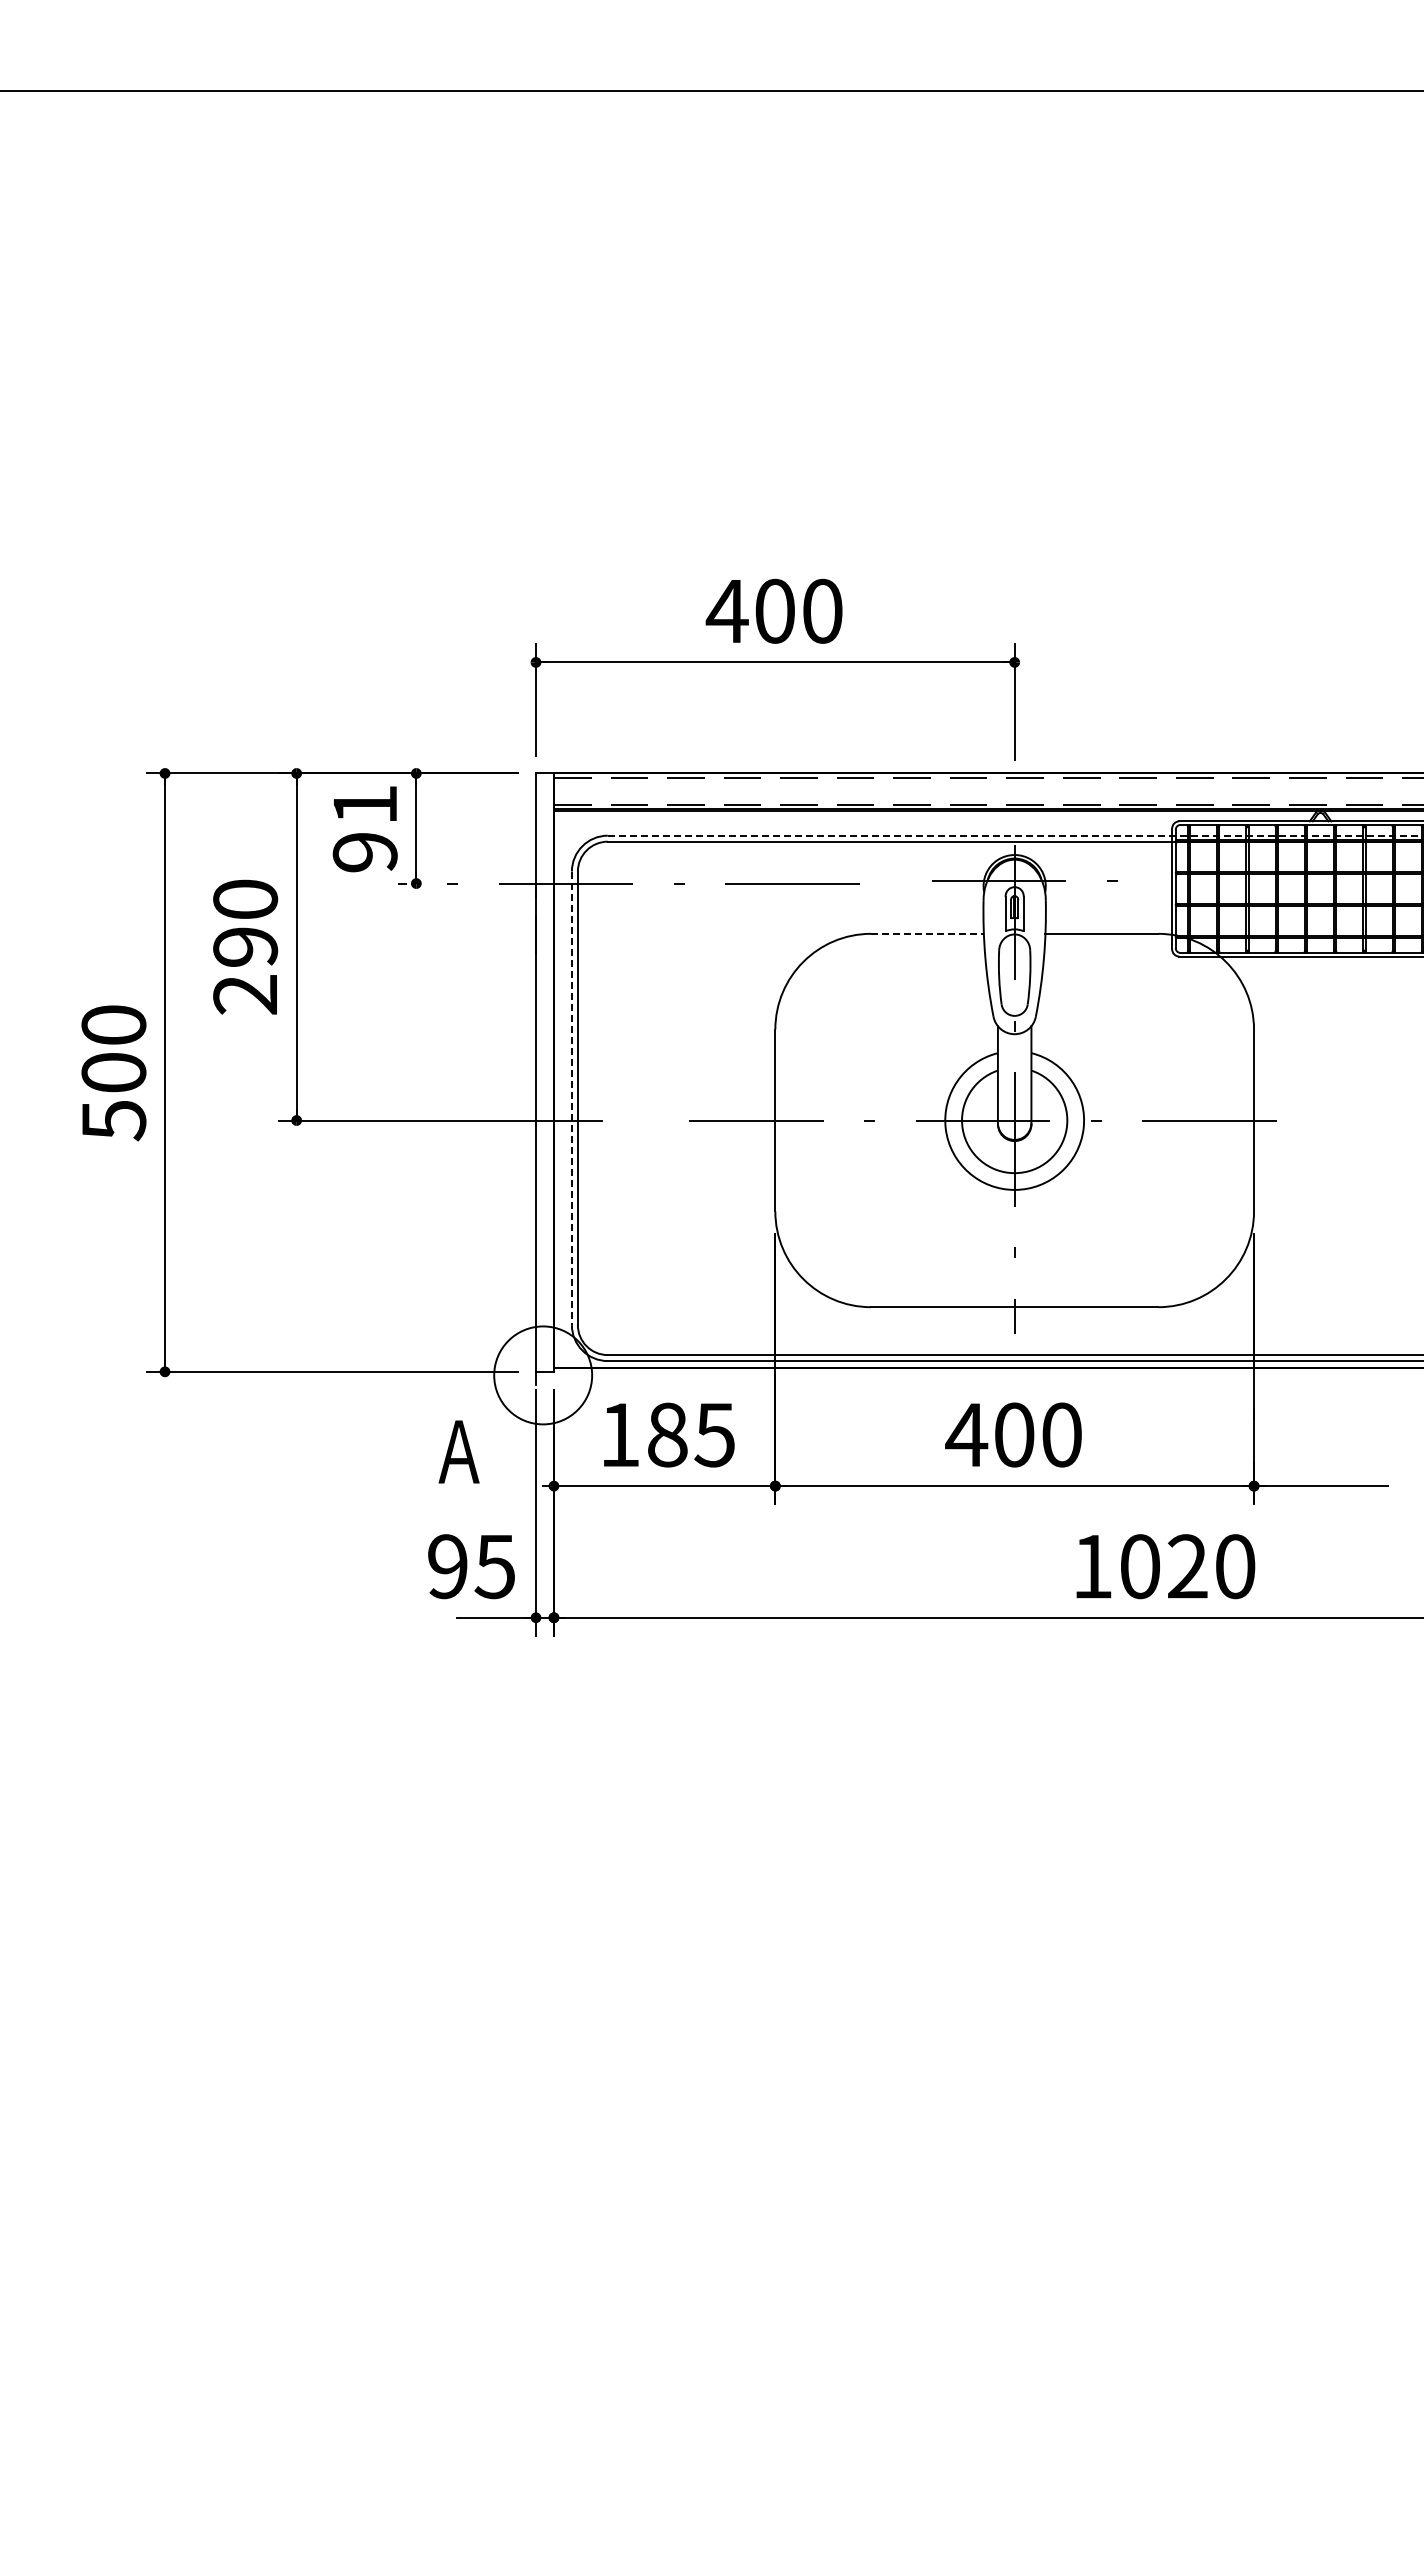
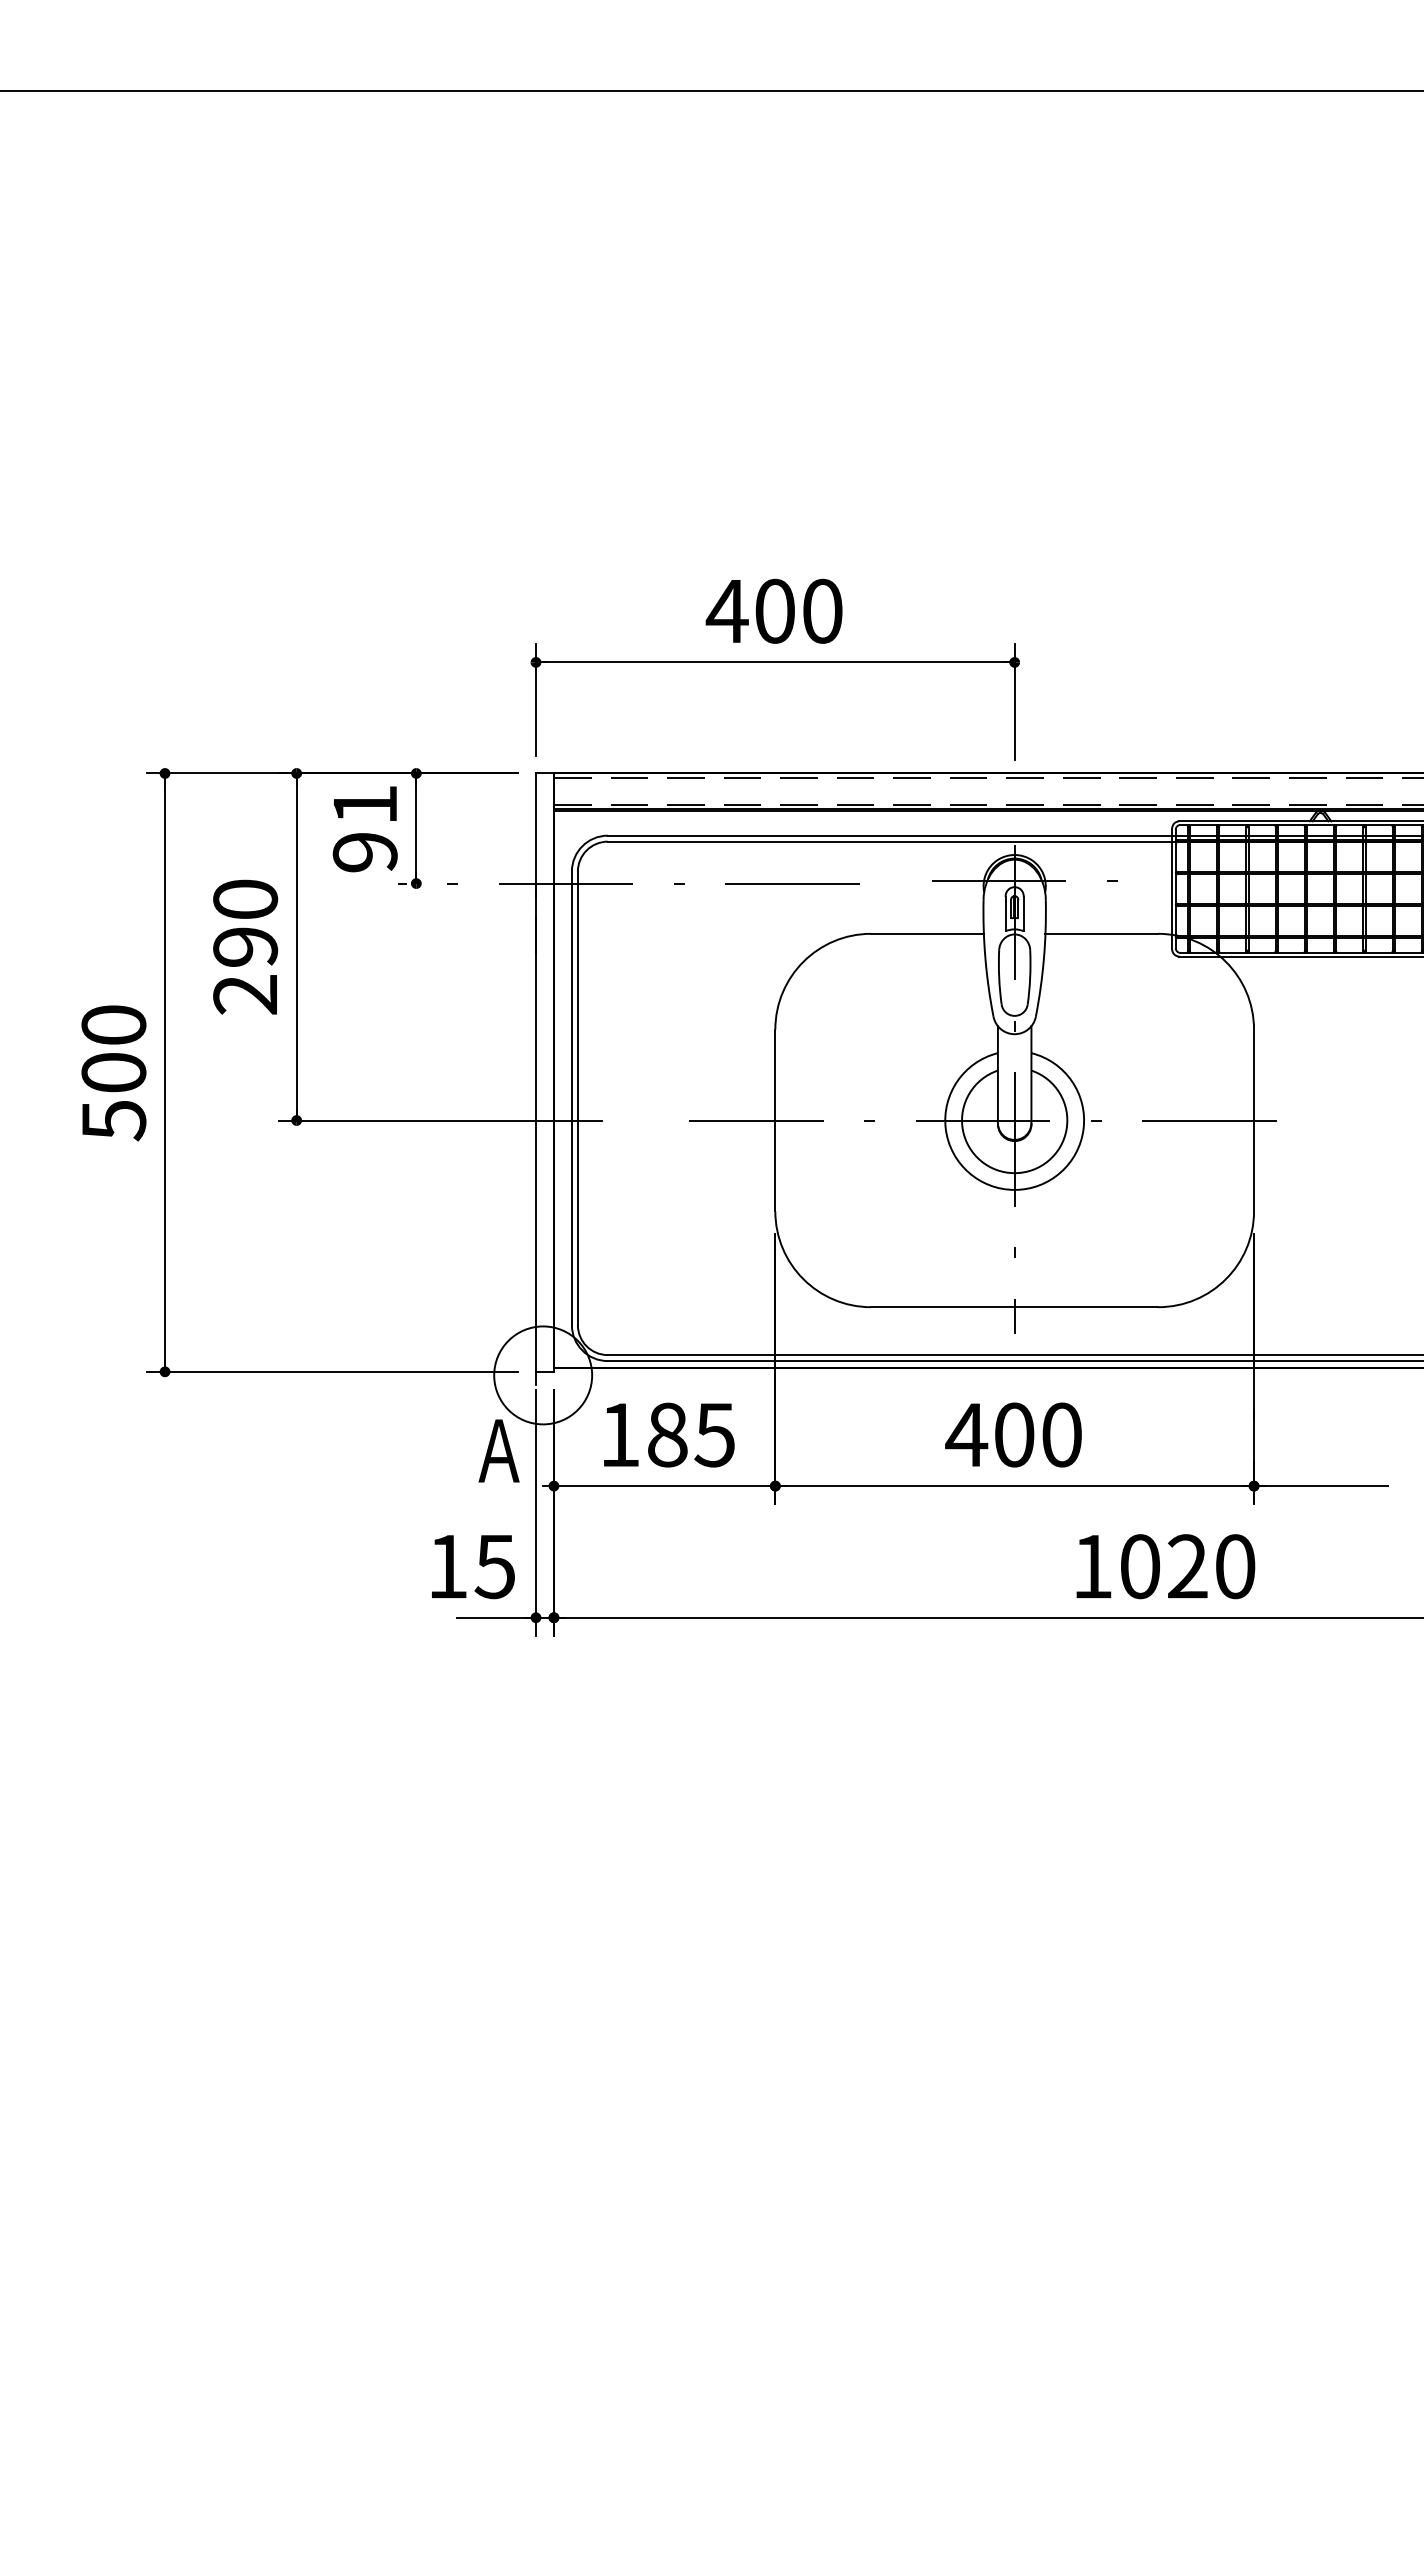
line at (1015, 835): dashed -> solid
line at (927, 933): dashed -> solid
line at (571, 1098): dashed -> solid
text at (458, 1451) position: (458, 1451) -> (498, 1450)
text at (447, 1566): 95 -> 15
